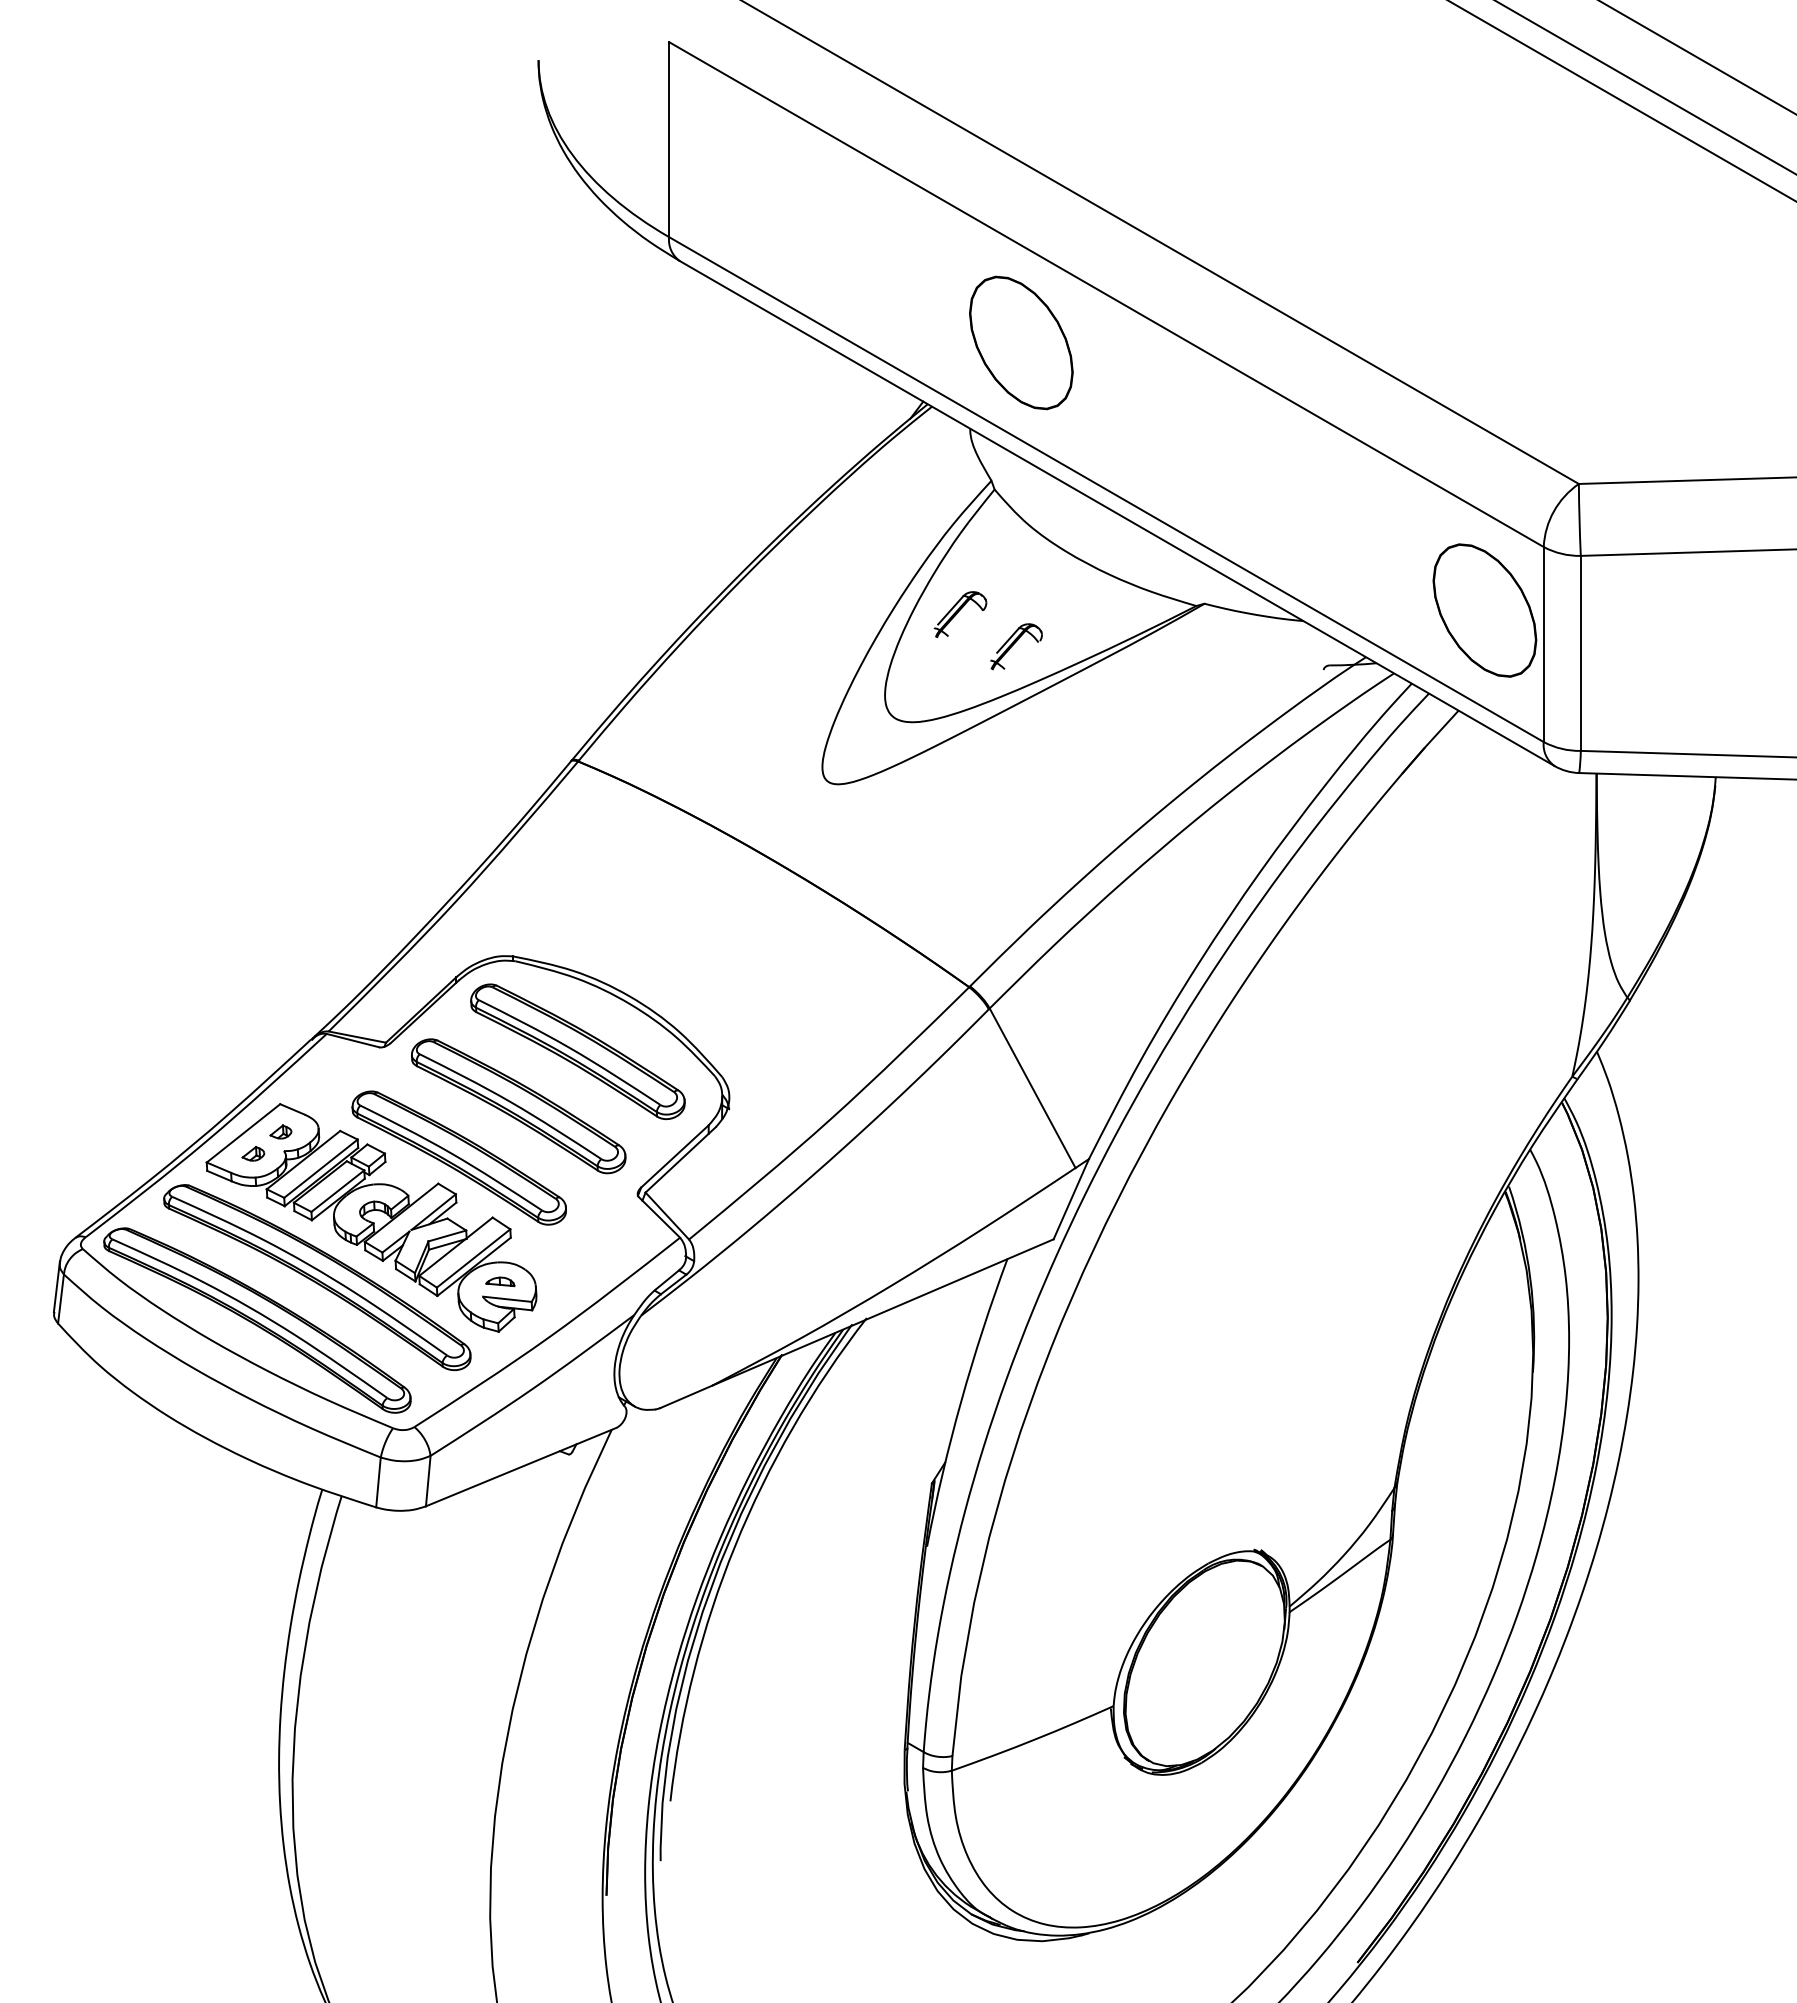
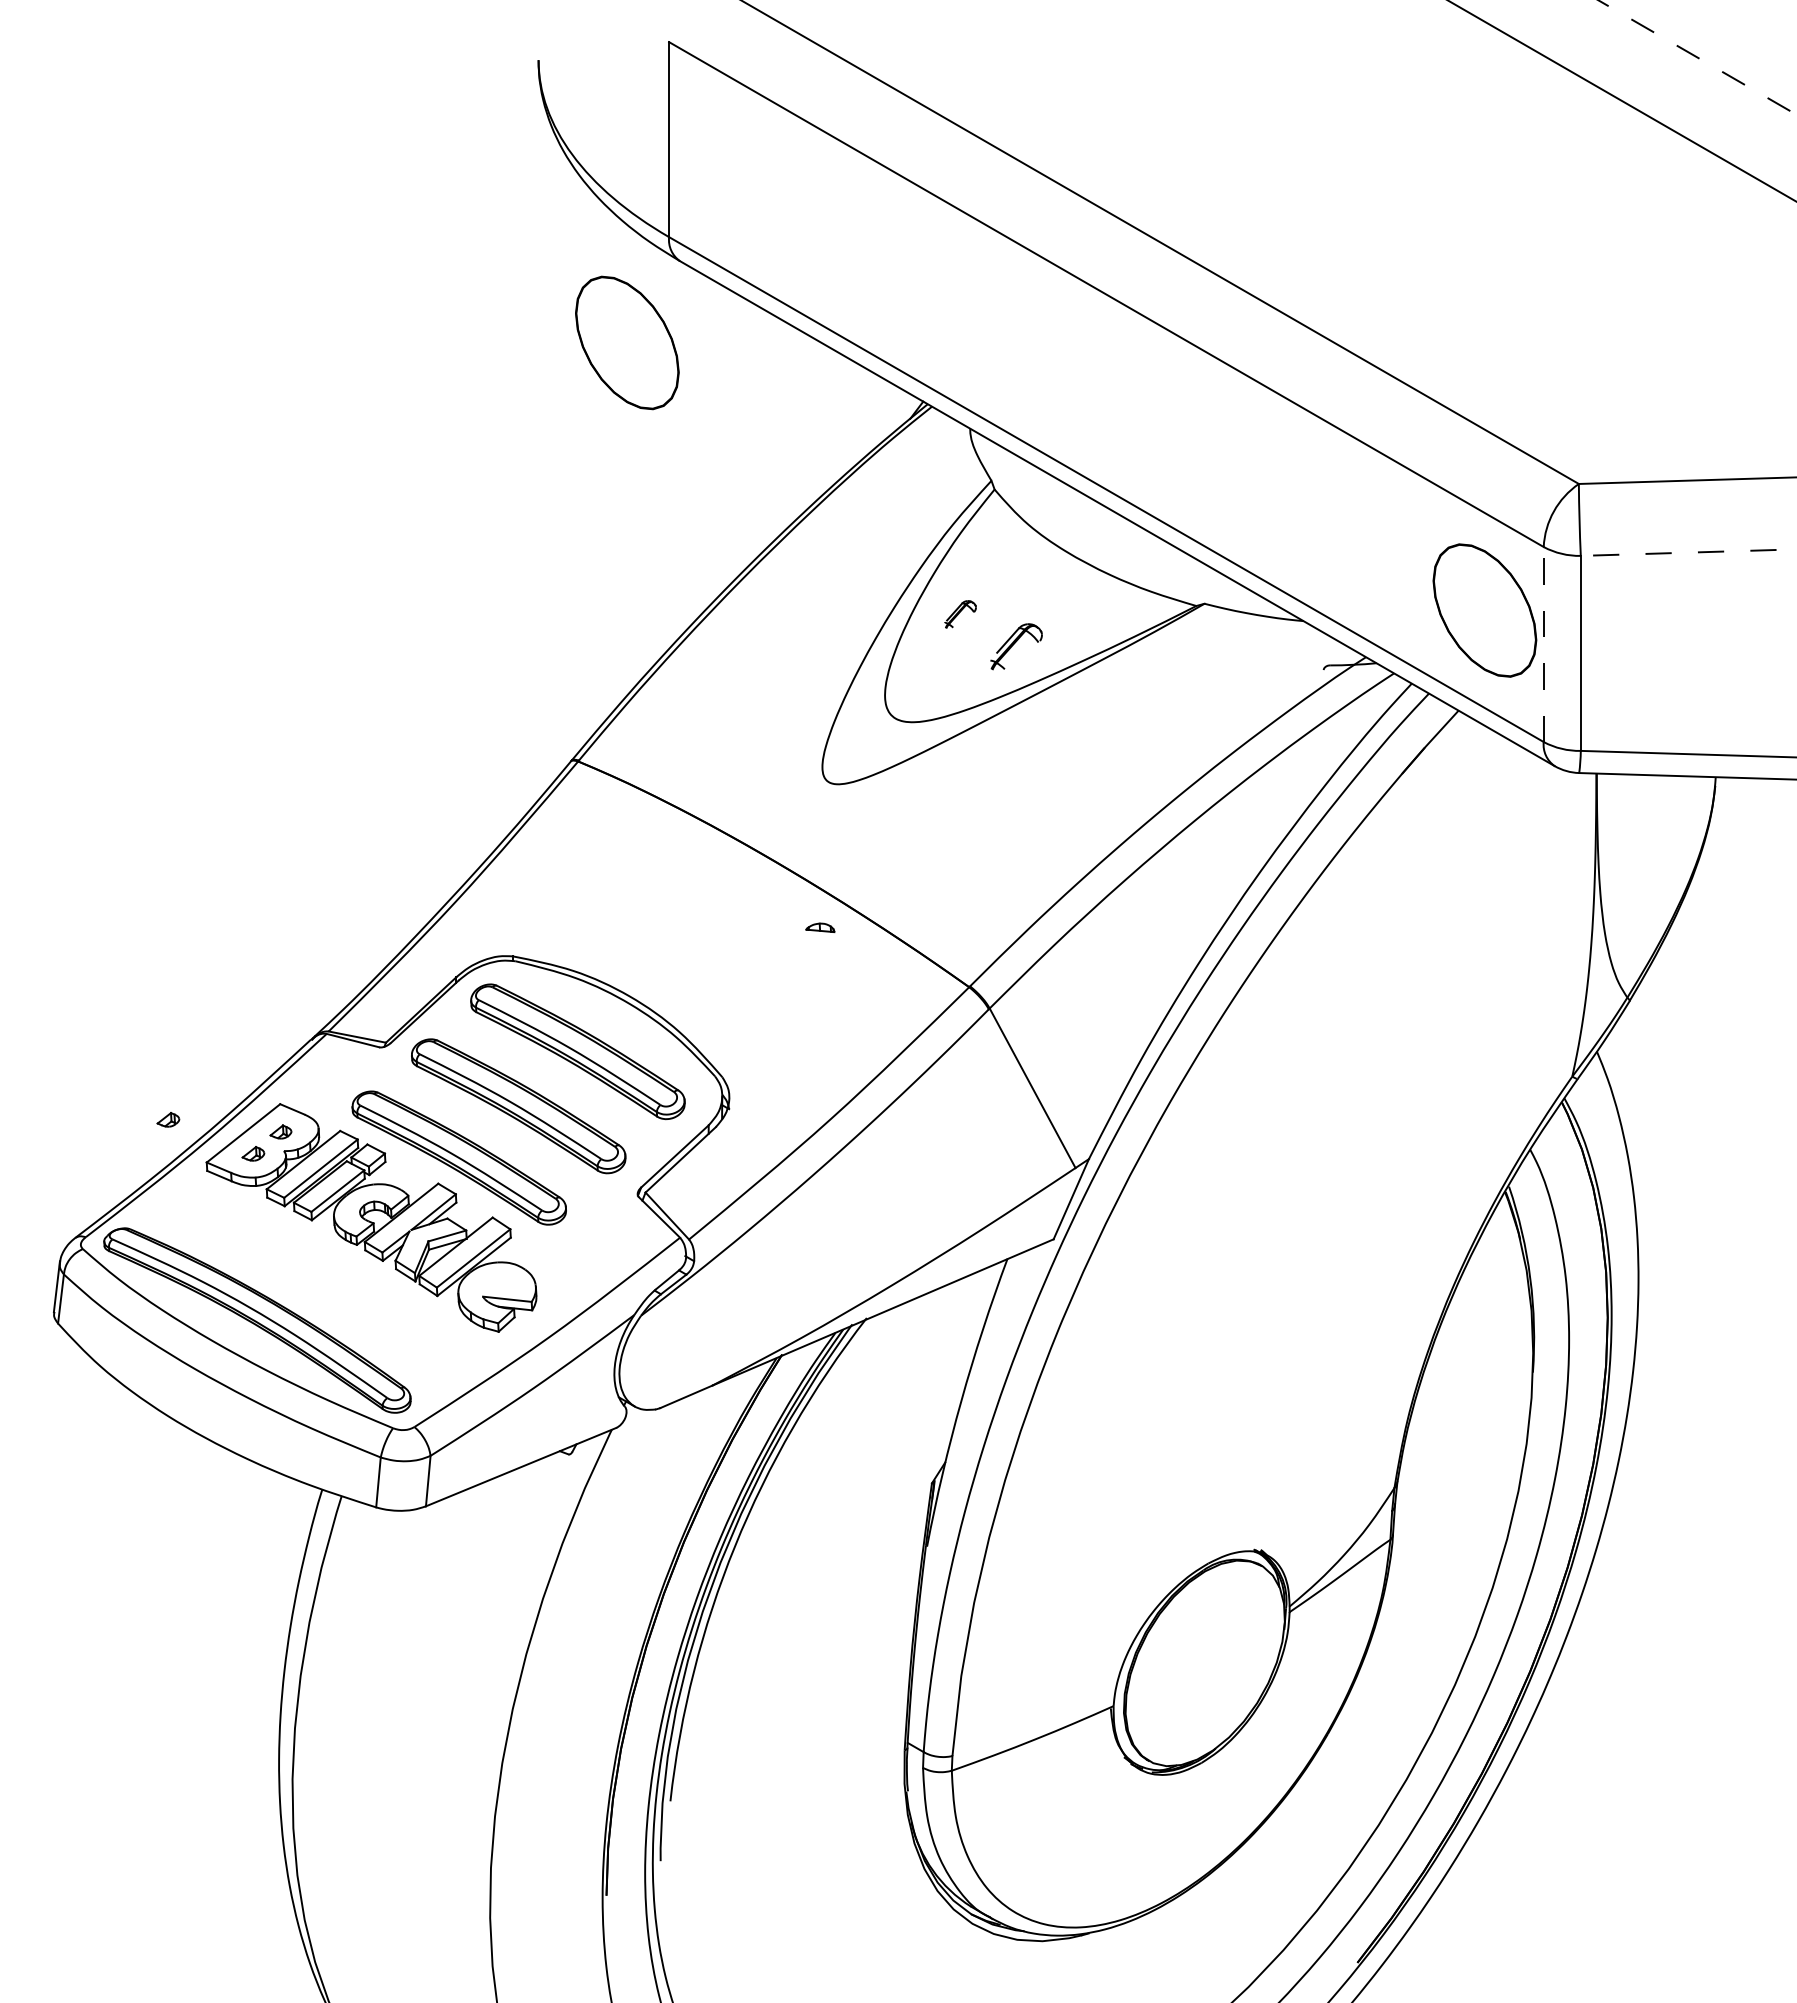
line at (1698, 57): solid -> dashed
line at (1645, 87): present -> none
part at (1021, 342) position: (1021, 342) -> (627, 342)
line at (1688, 552): solid -> dashed
part at (960, 614) size: 55x47 px -> 33x29 px
line at (1543, 644): solid -> dashed
part at (168, 1119): none -> present
part at (317, 1277): present -> none
part at (500, 1281) position: (500, 1281) -> (820, 927)
